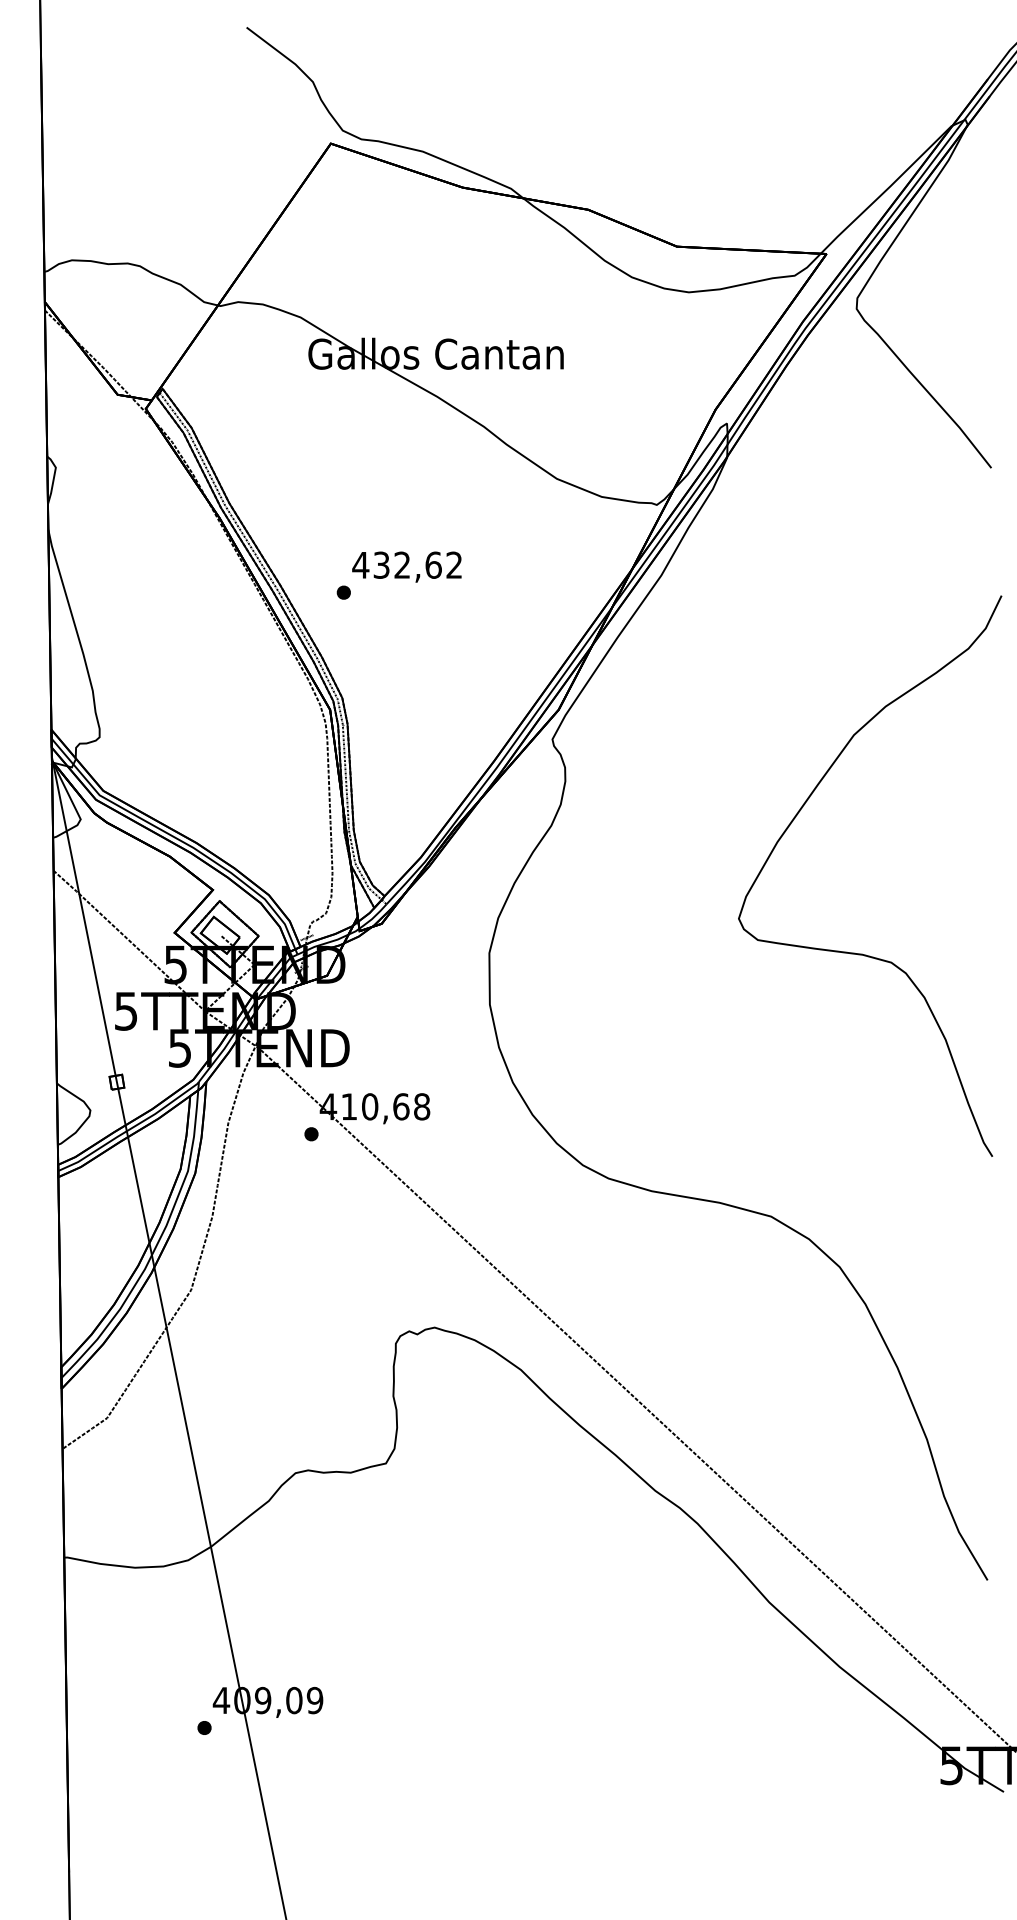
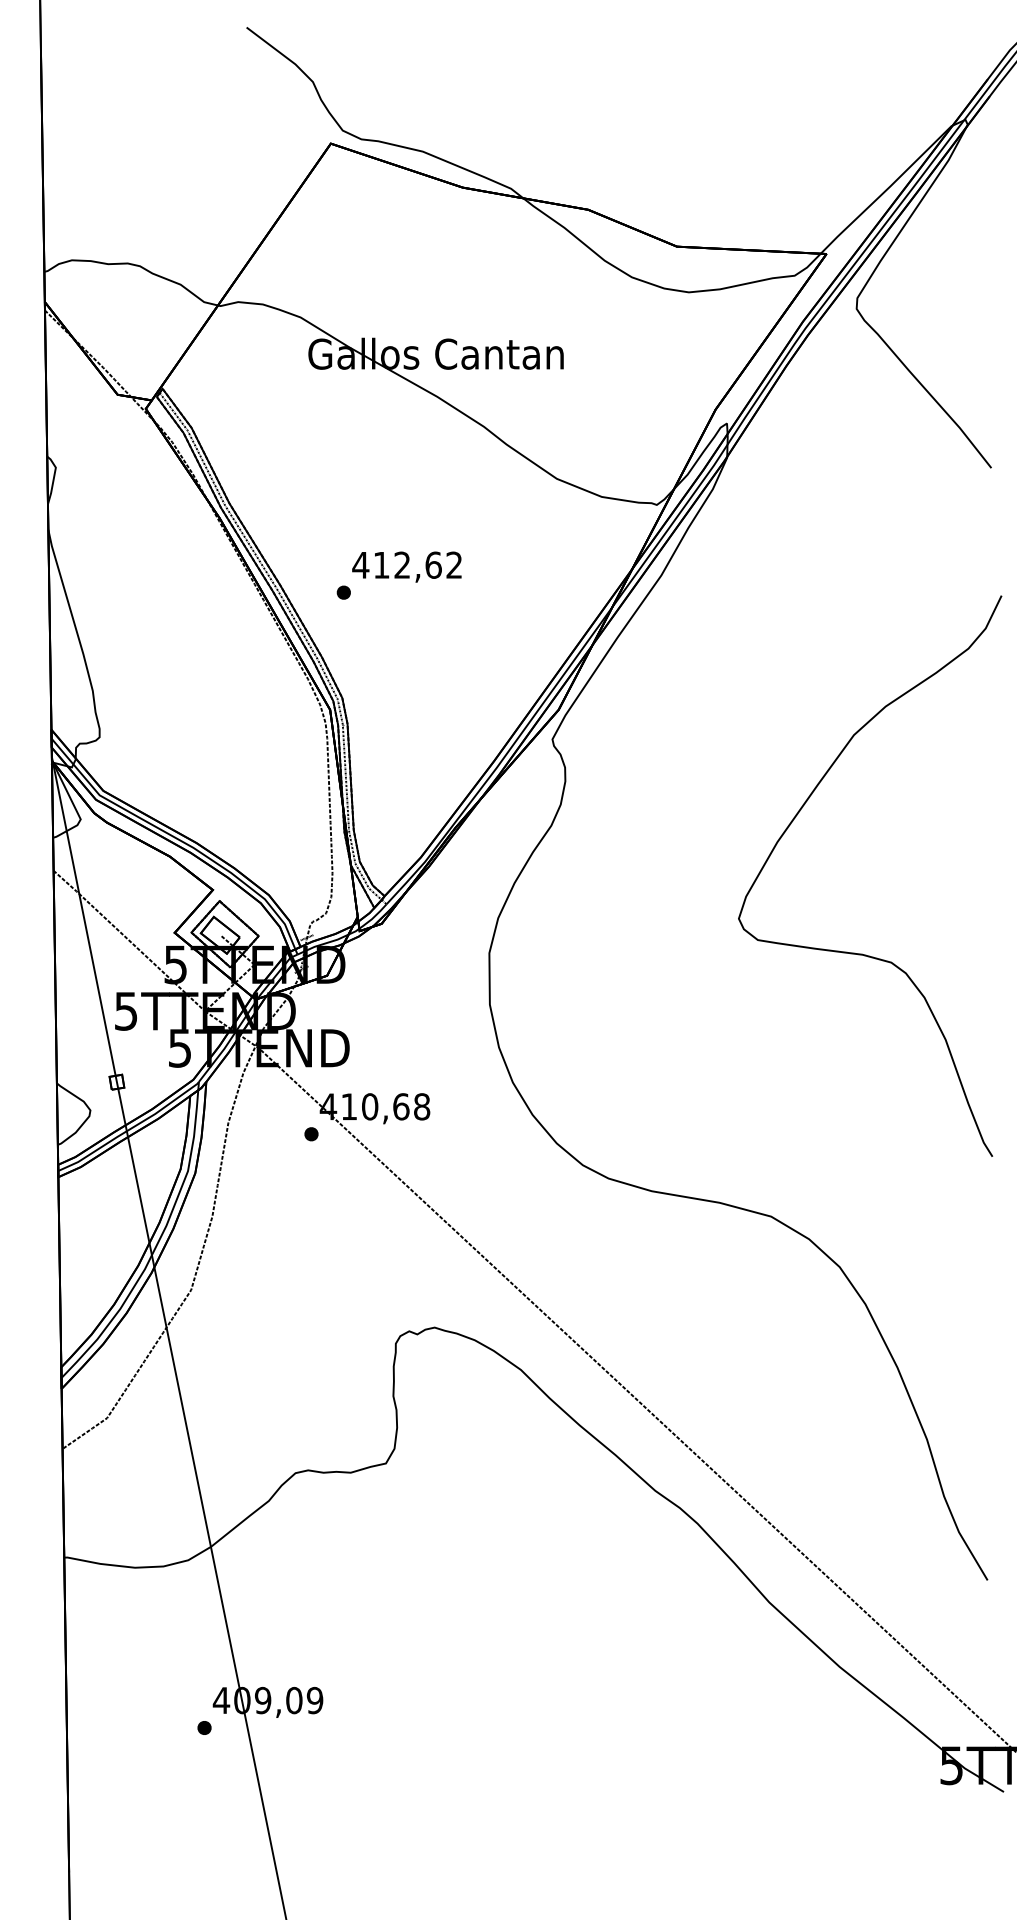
text at (381, 564): 432,62 -> 412,62
